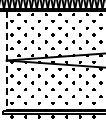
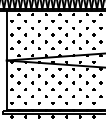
line at (6, 61): dashed -> solid
